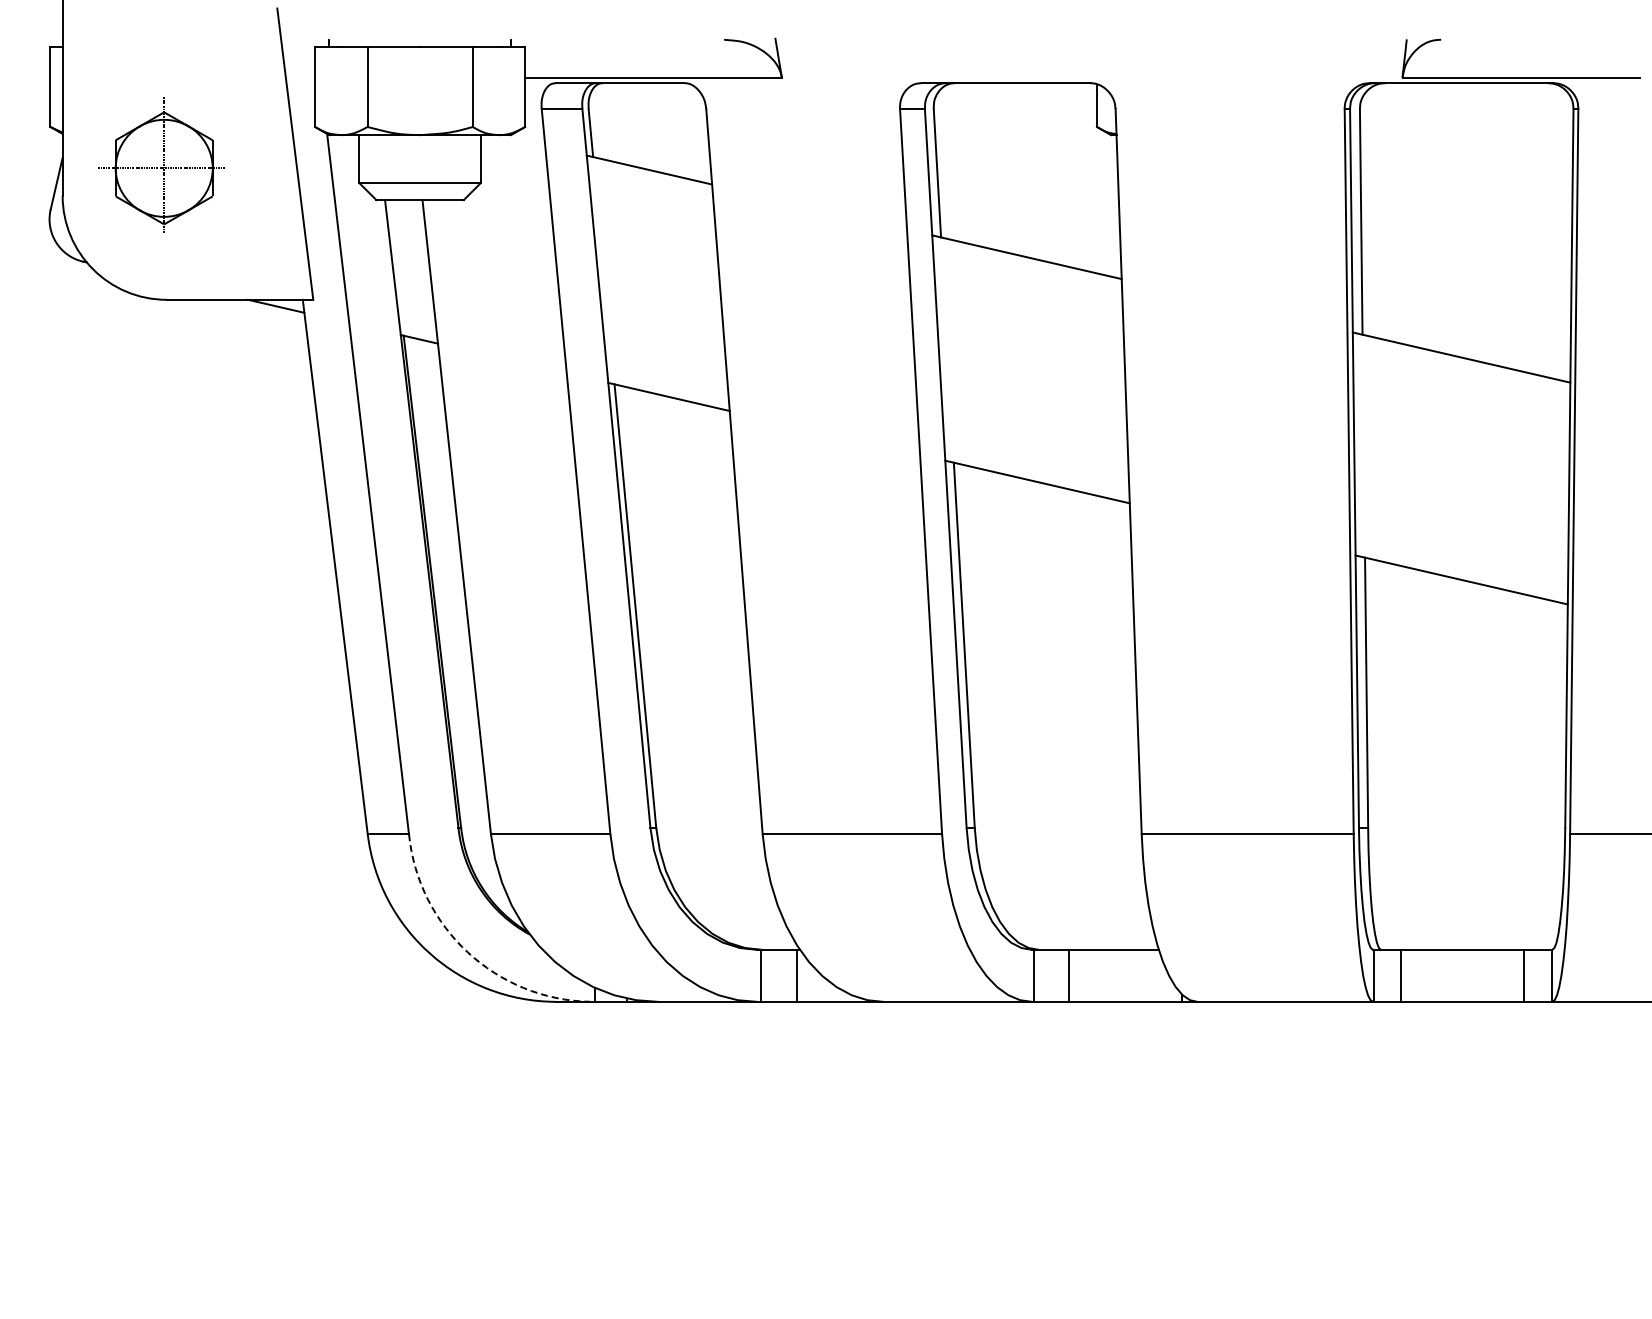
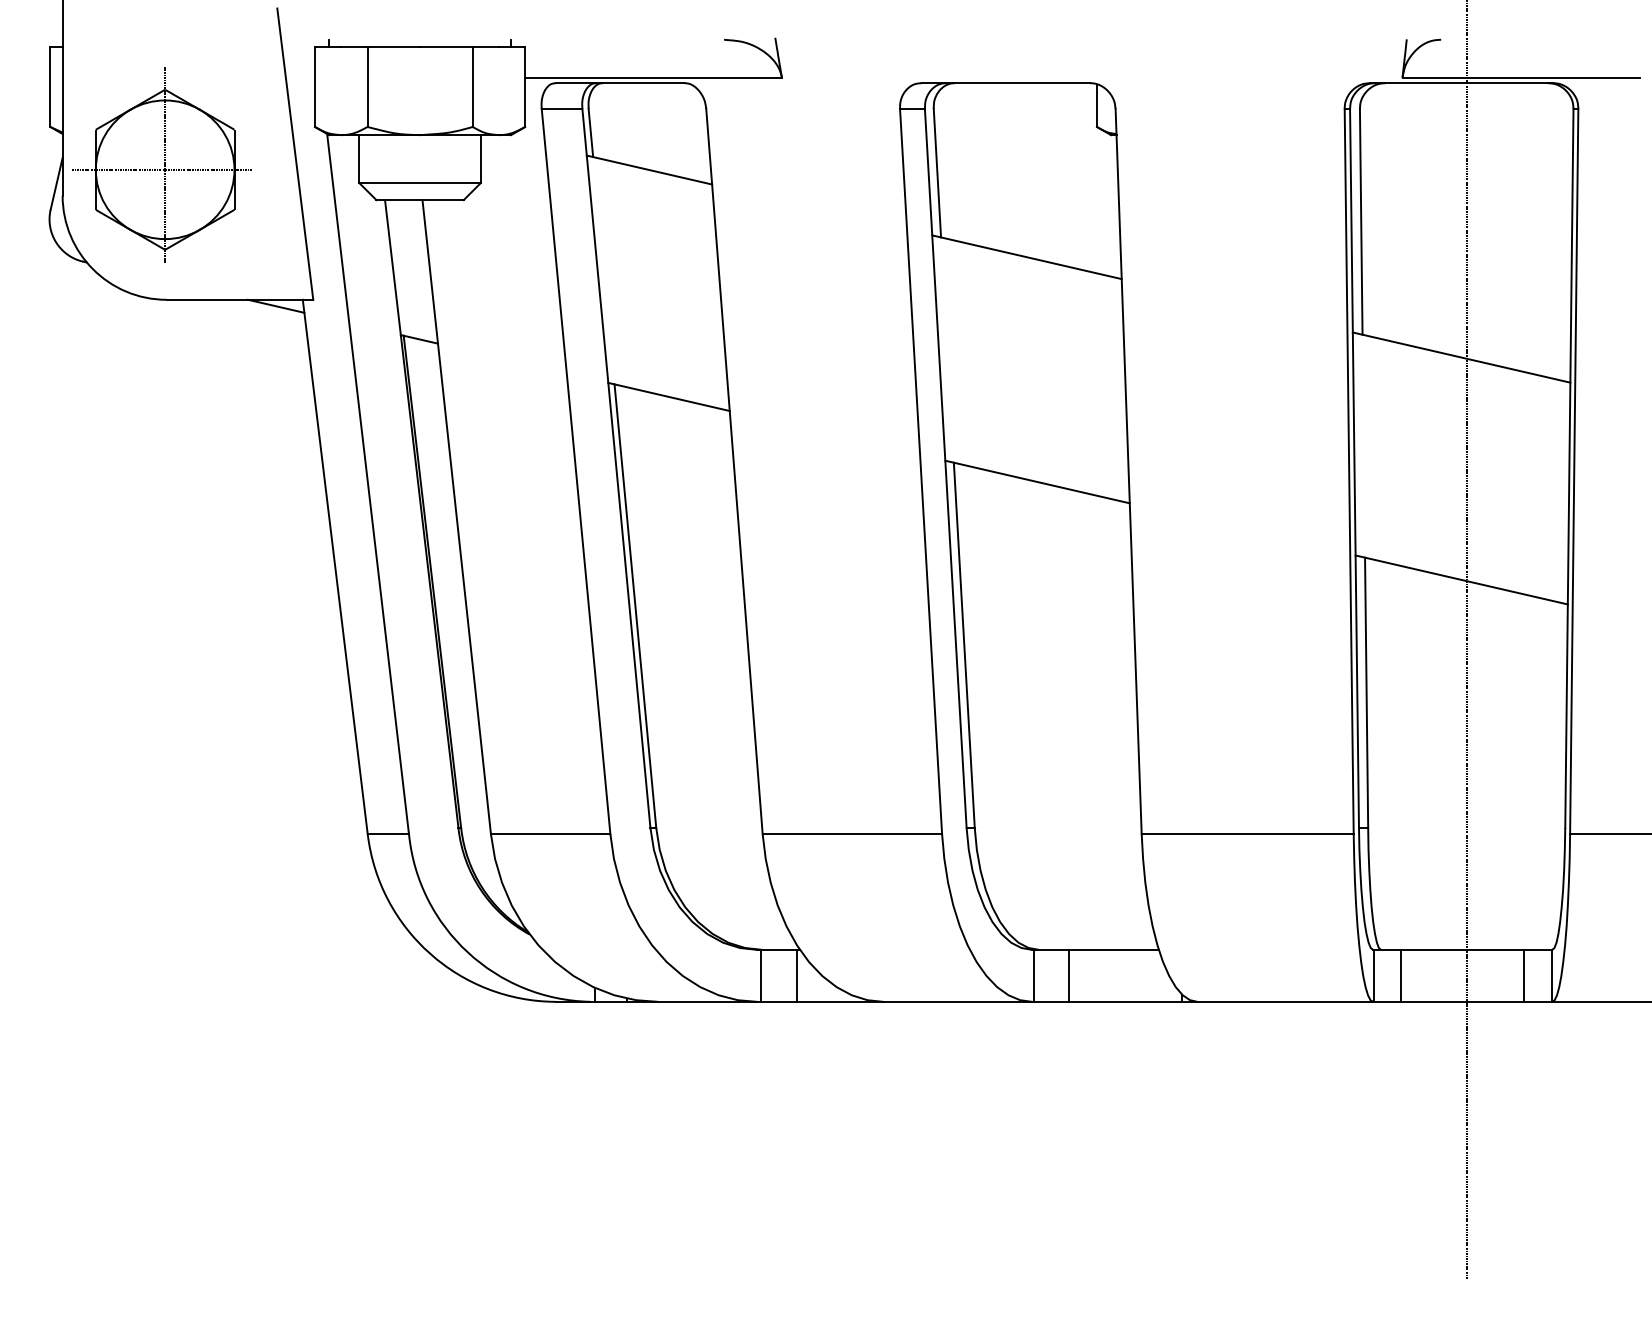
part at (161, 164) size: 127x136 px -> 180x196 px
line at (1466, 640): none -> present
arc at (467, 952): dashed -> solid
